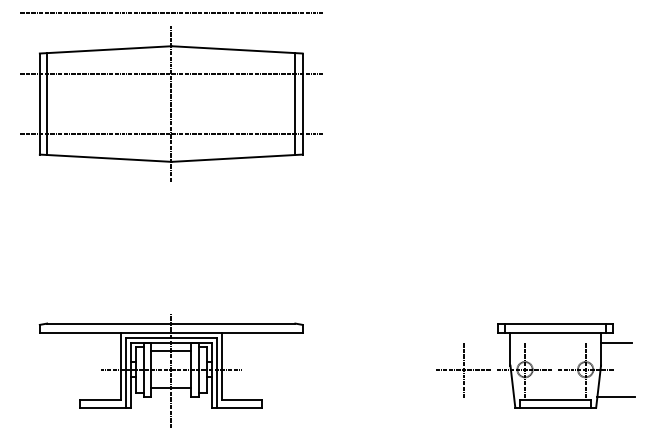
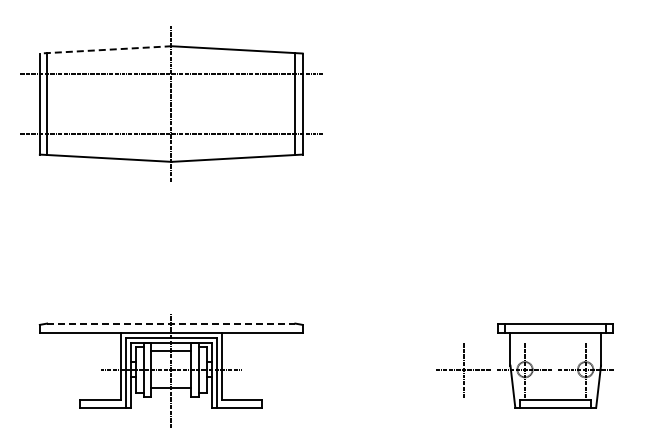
line at (170, 13): present -> none
line at (105, 49): solid -> dashed
line at (171, 323): solid -> dashed
line at (616, 342): present -> none
line at (616, 396): present -> none
